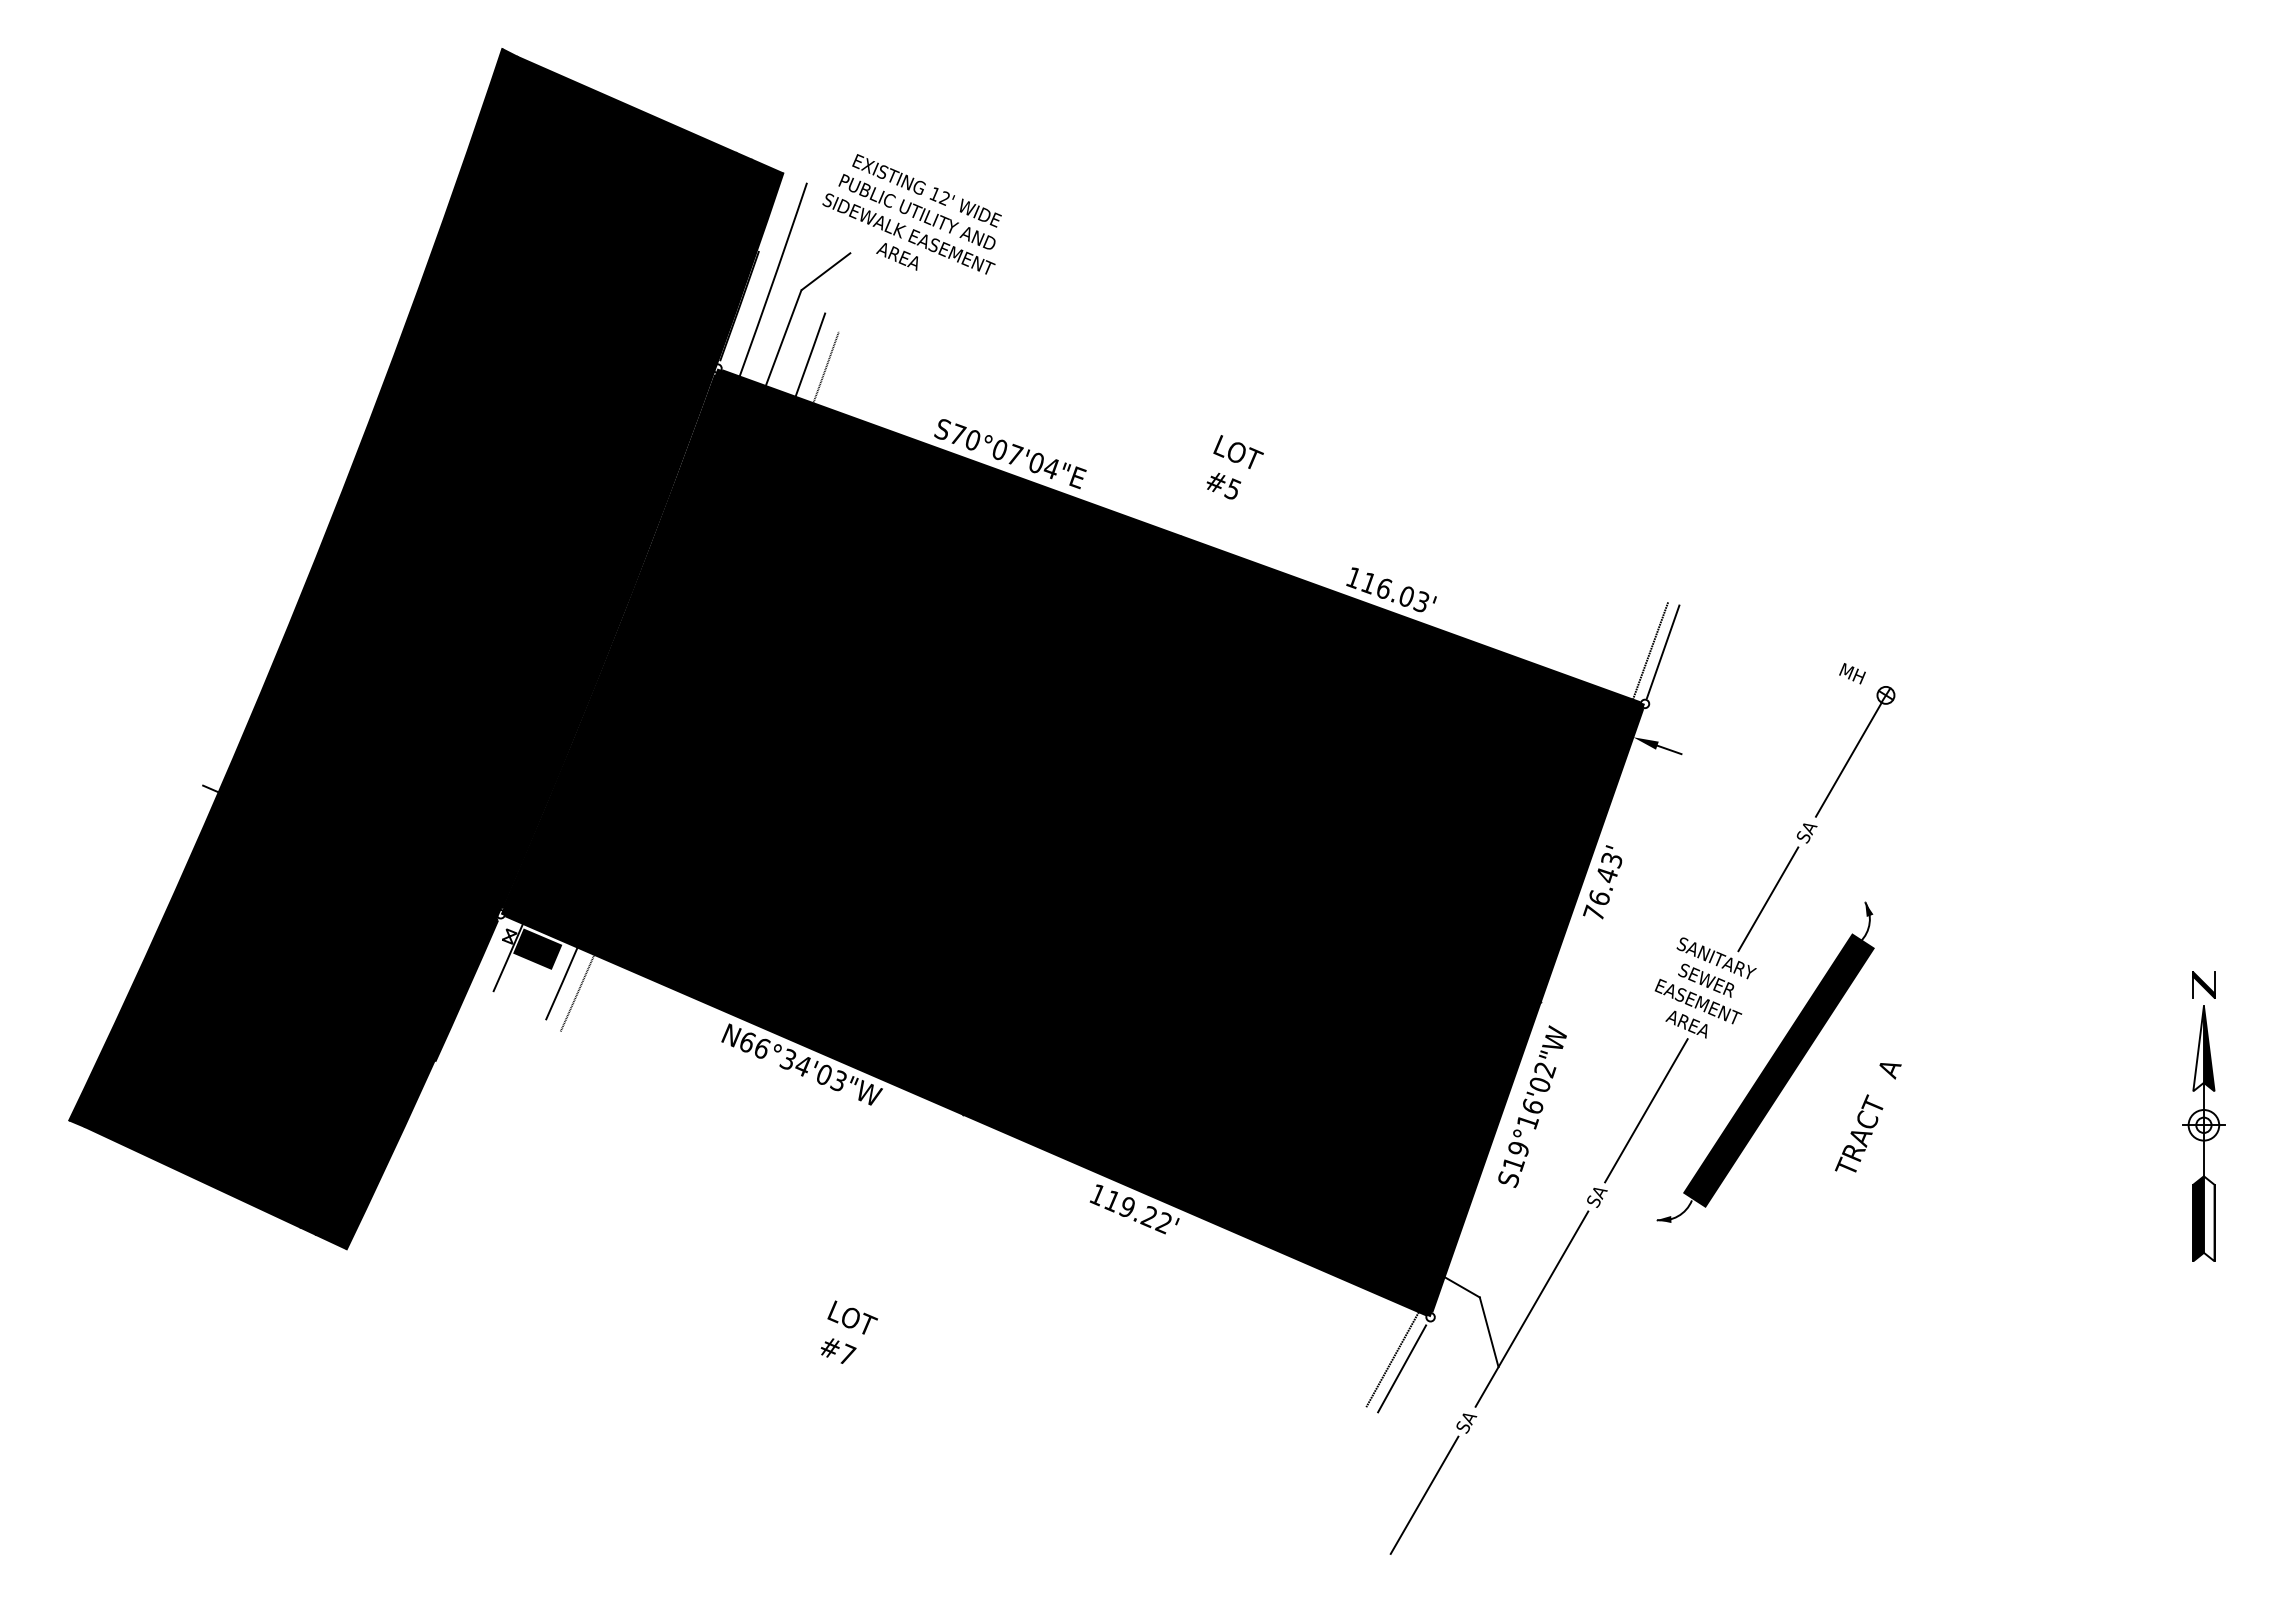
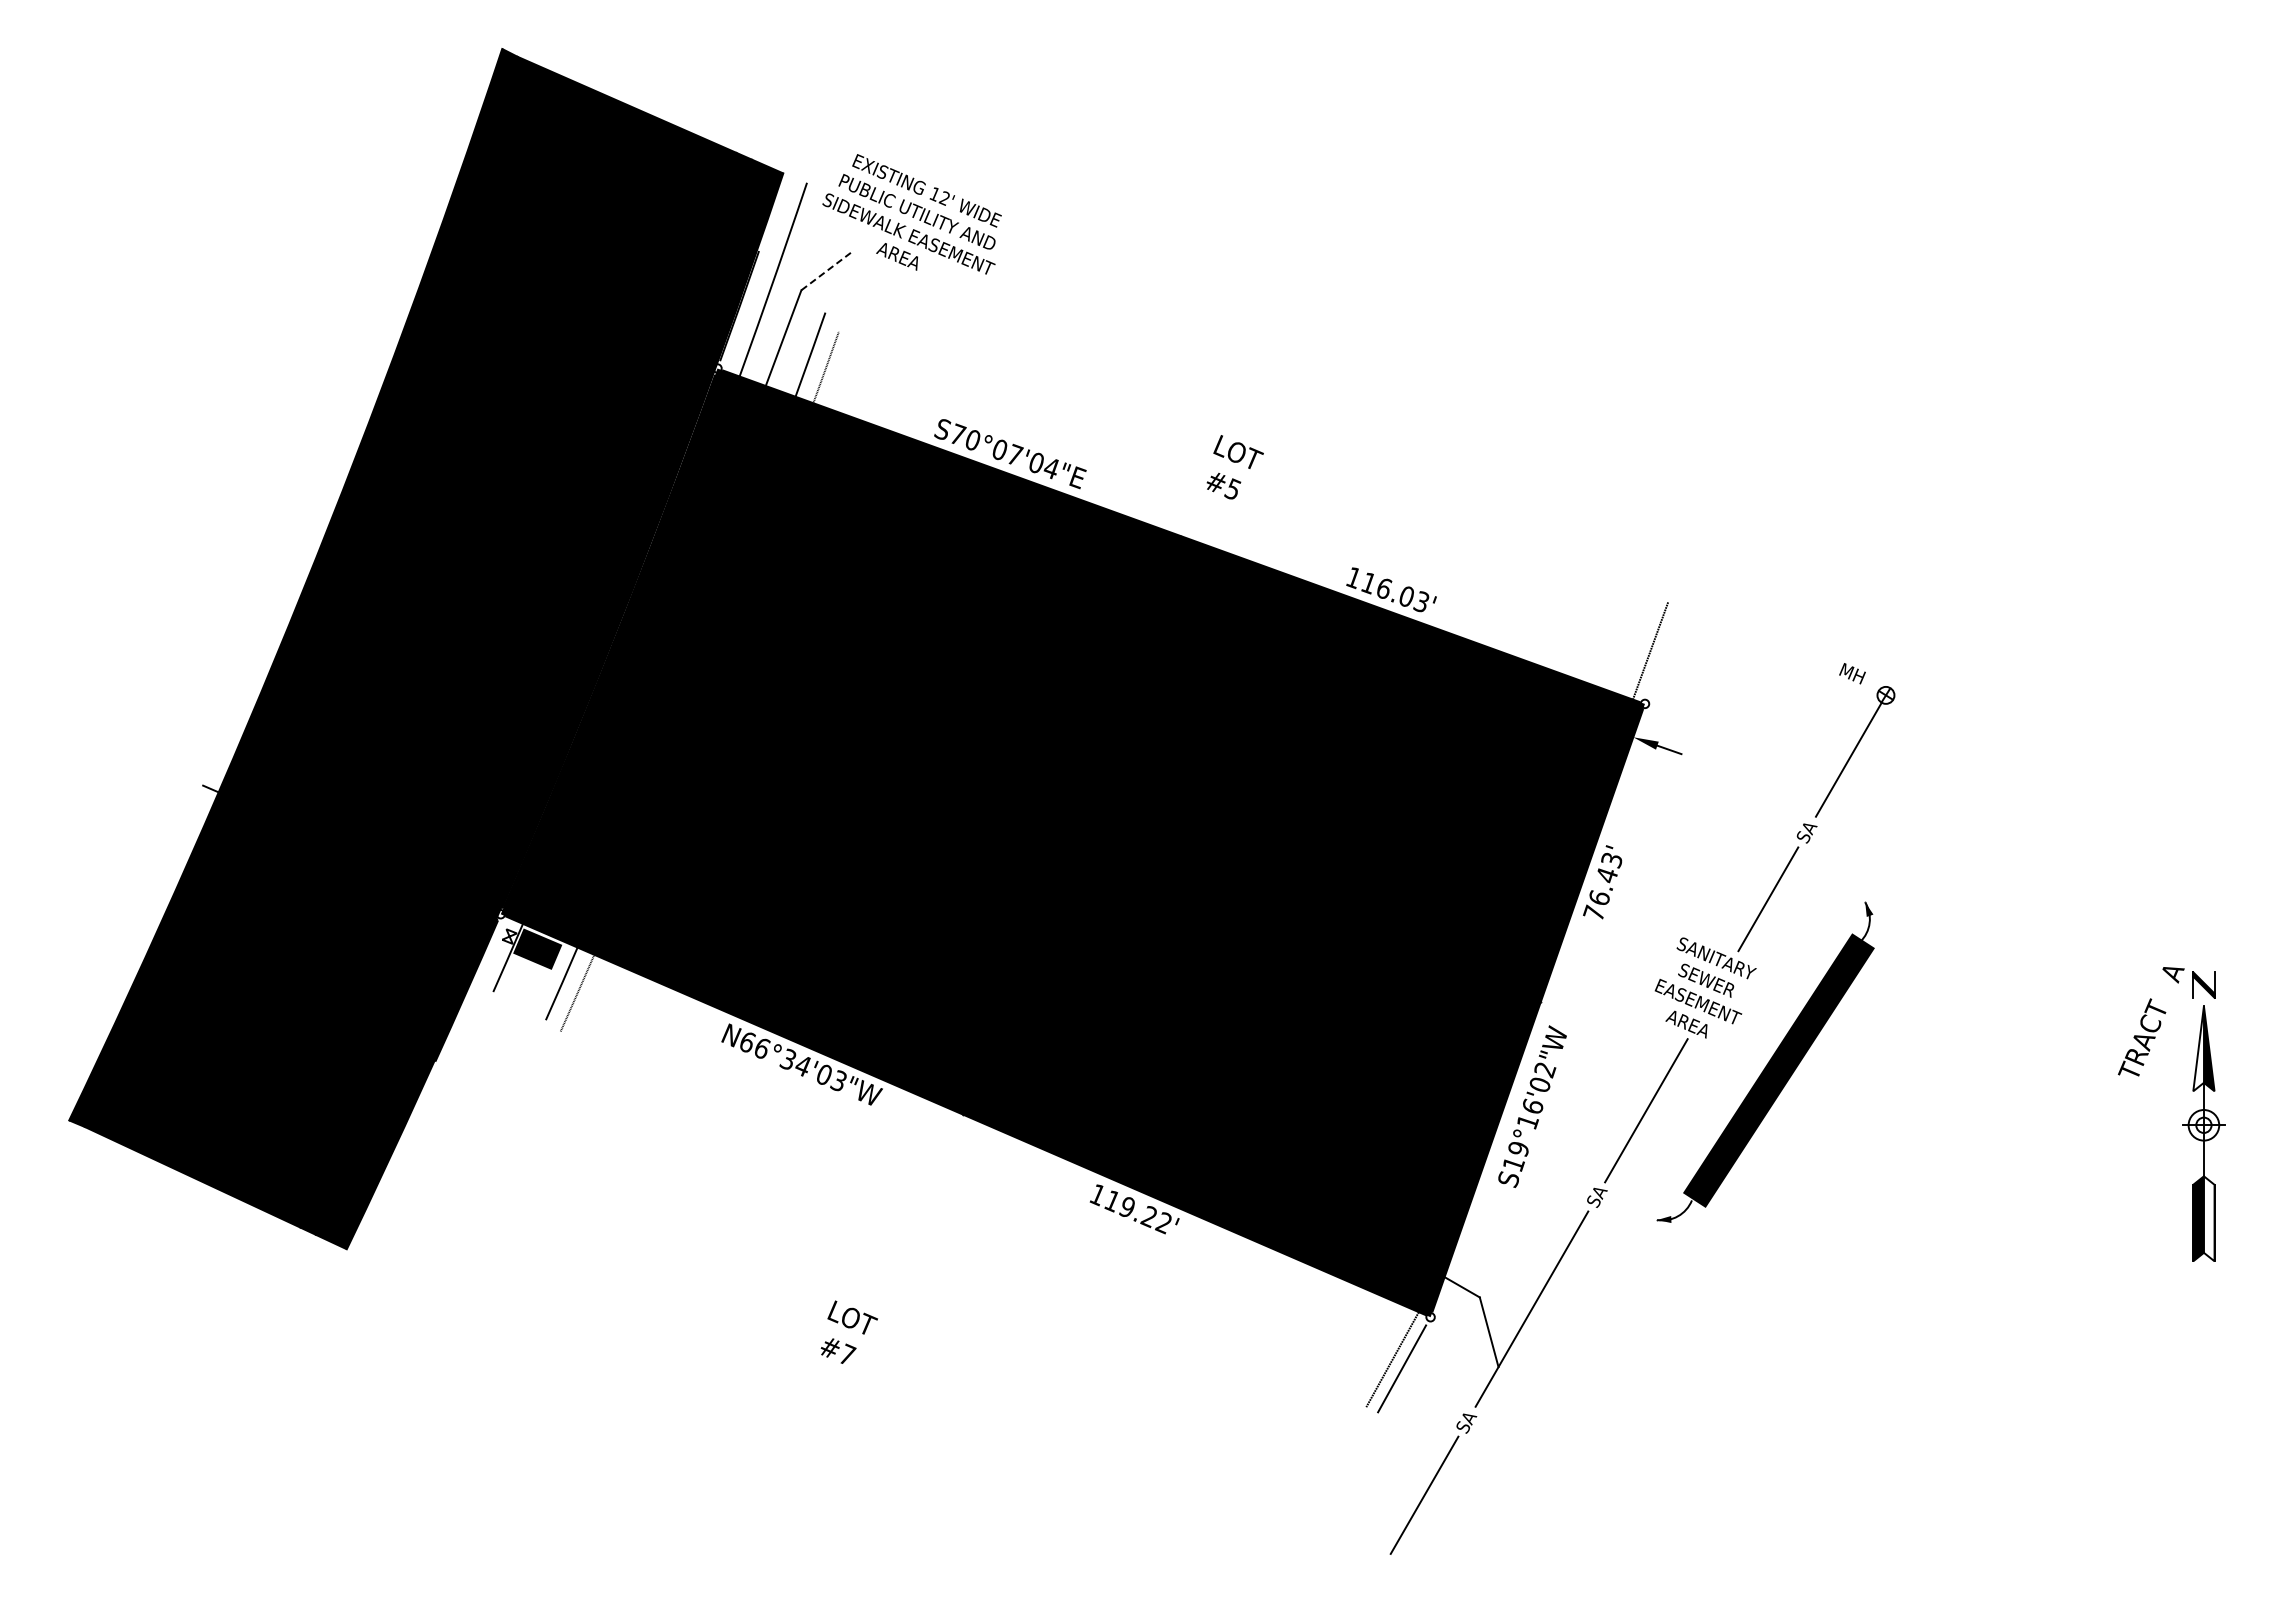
line at (826, 271): solid -> dashed
line at (1663, 651): present -> none
text at (1868, 1117) position: (1868, 1117) -> (2151, 1021)
